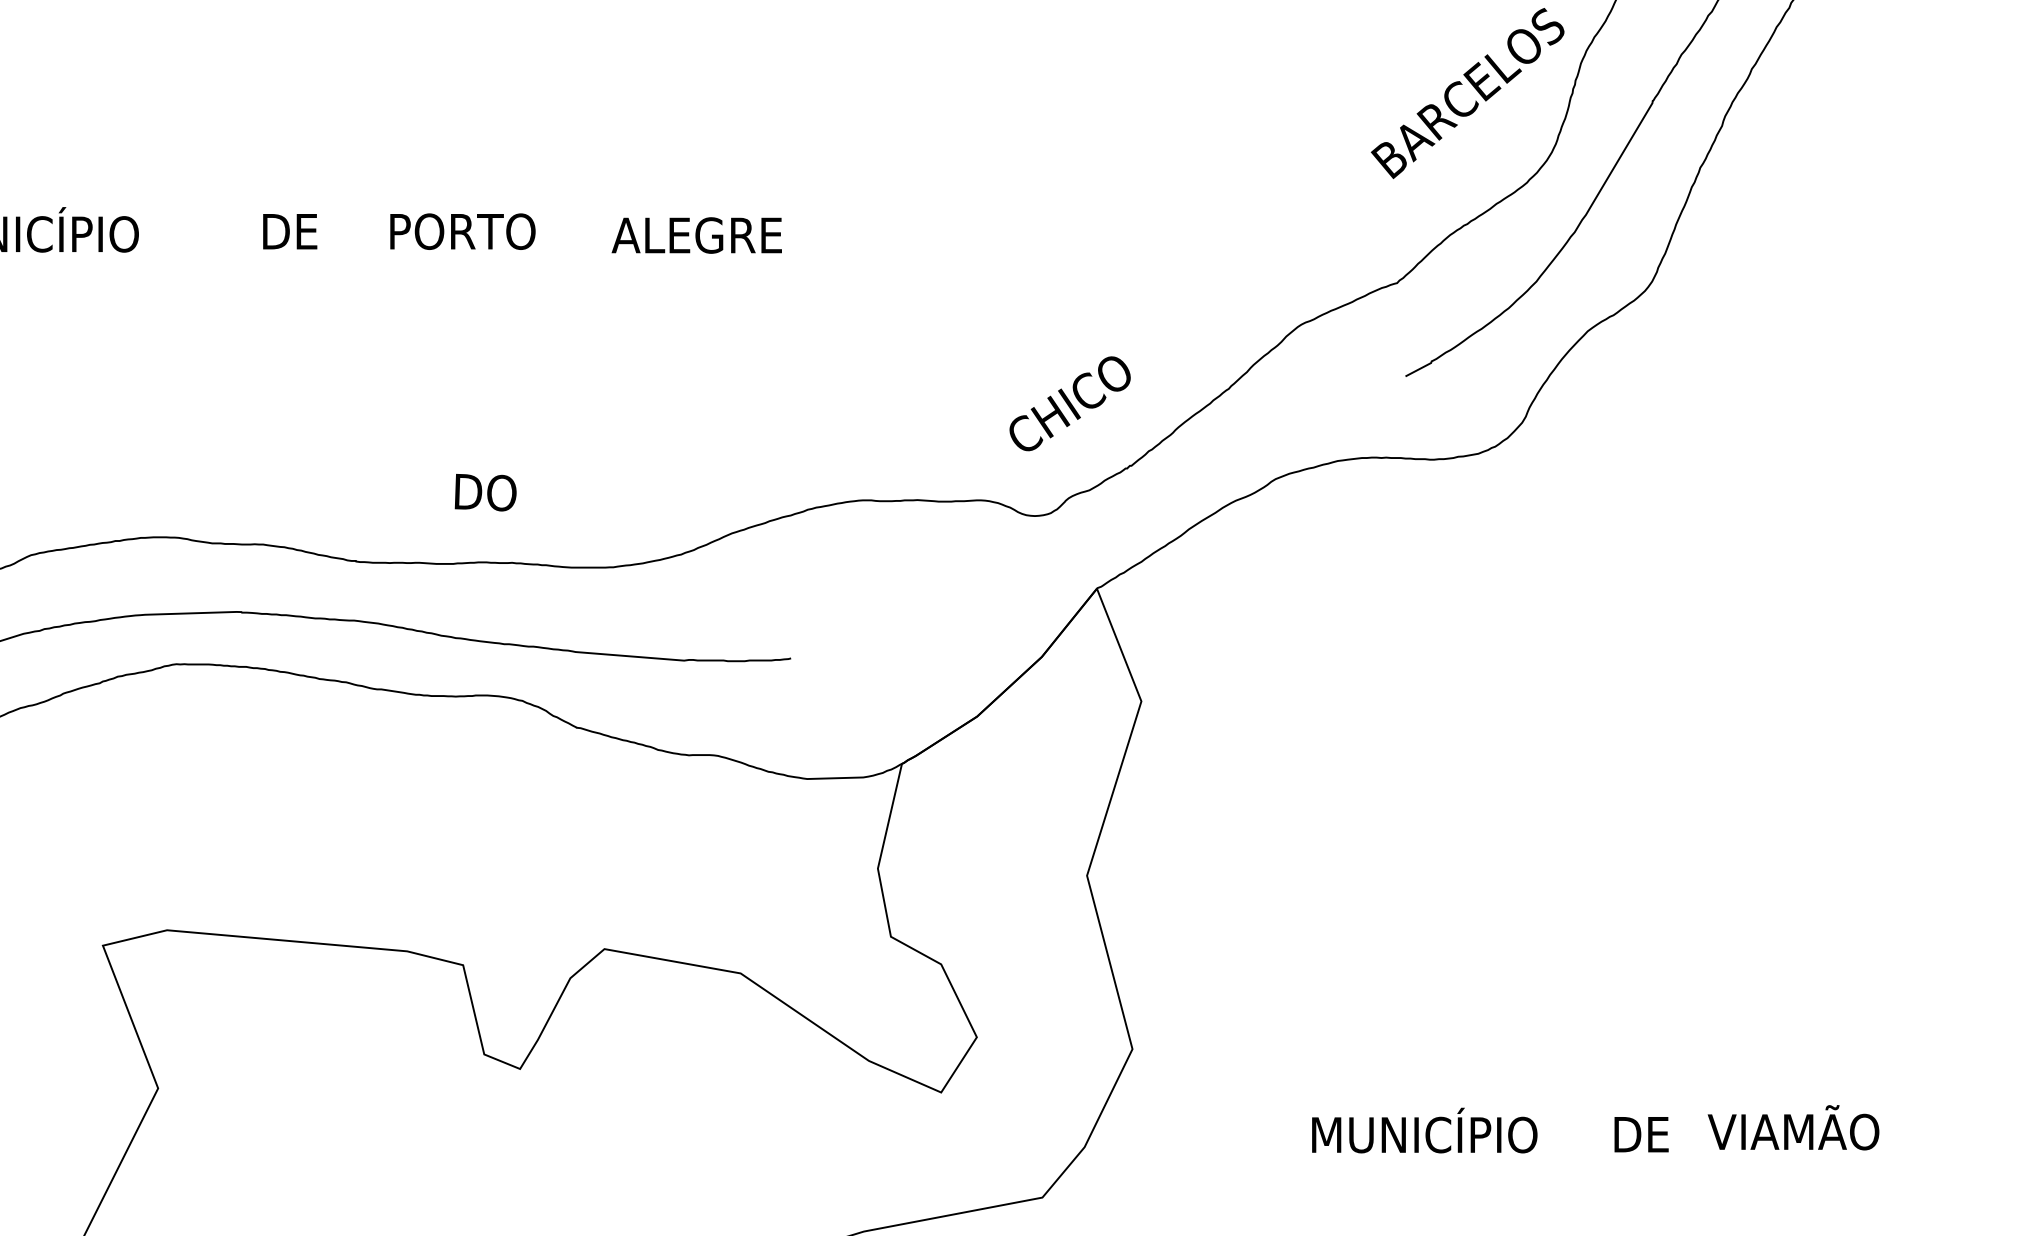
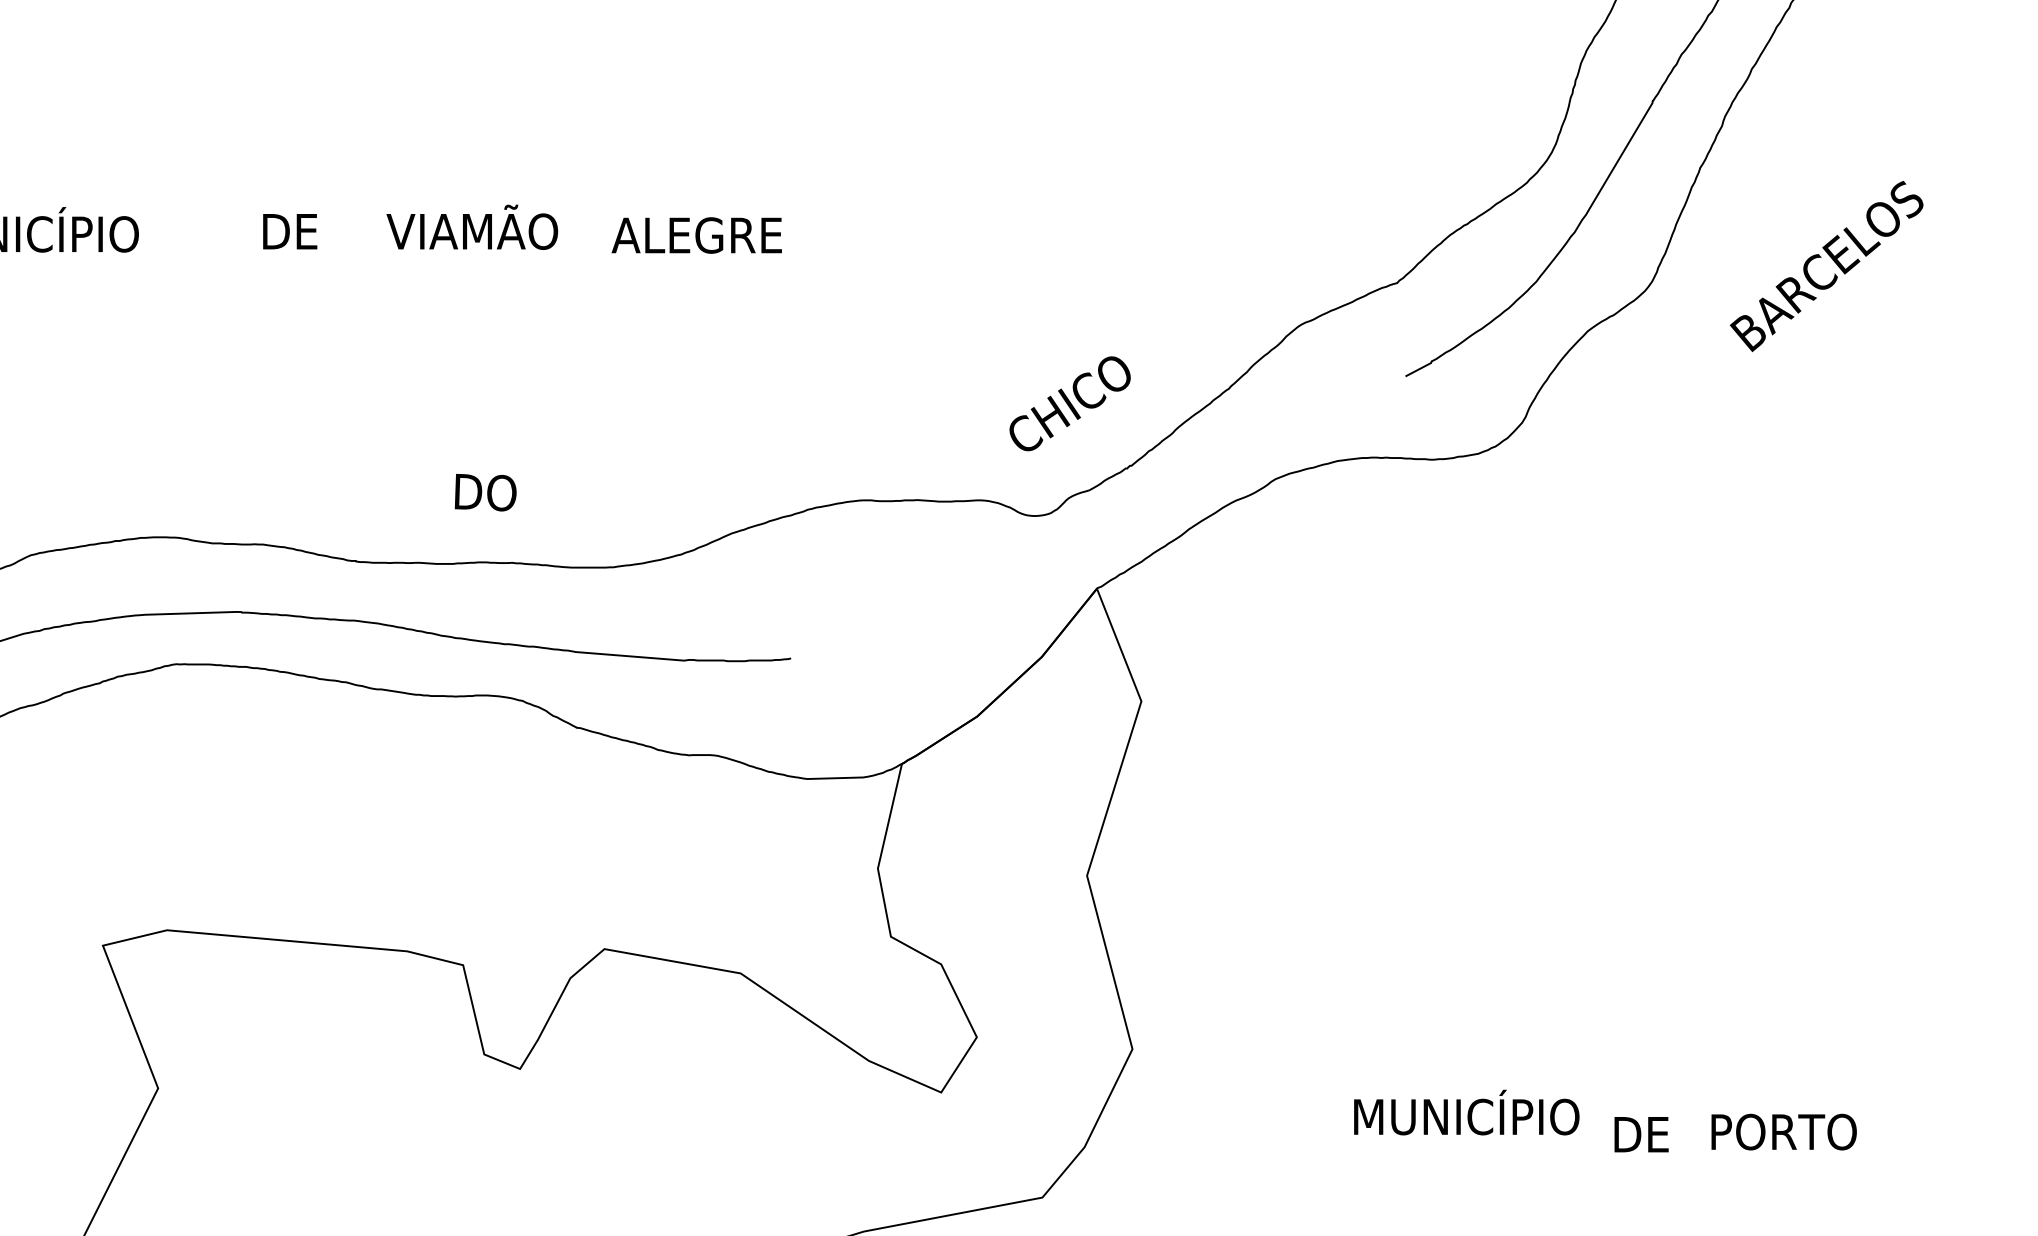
text at (1467, 93) position: (1467, 93) -> (1826, 266)
text at (472, 226): PORTO -> VIAMÃO
text at (1793, 1127): VIAMÃO -> PORTO
text at (1424, 1130) position: (1424, 1130) -> (1466, 1112)
